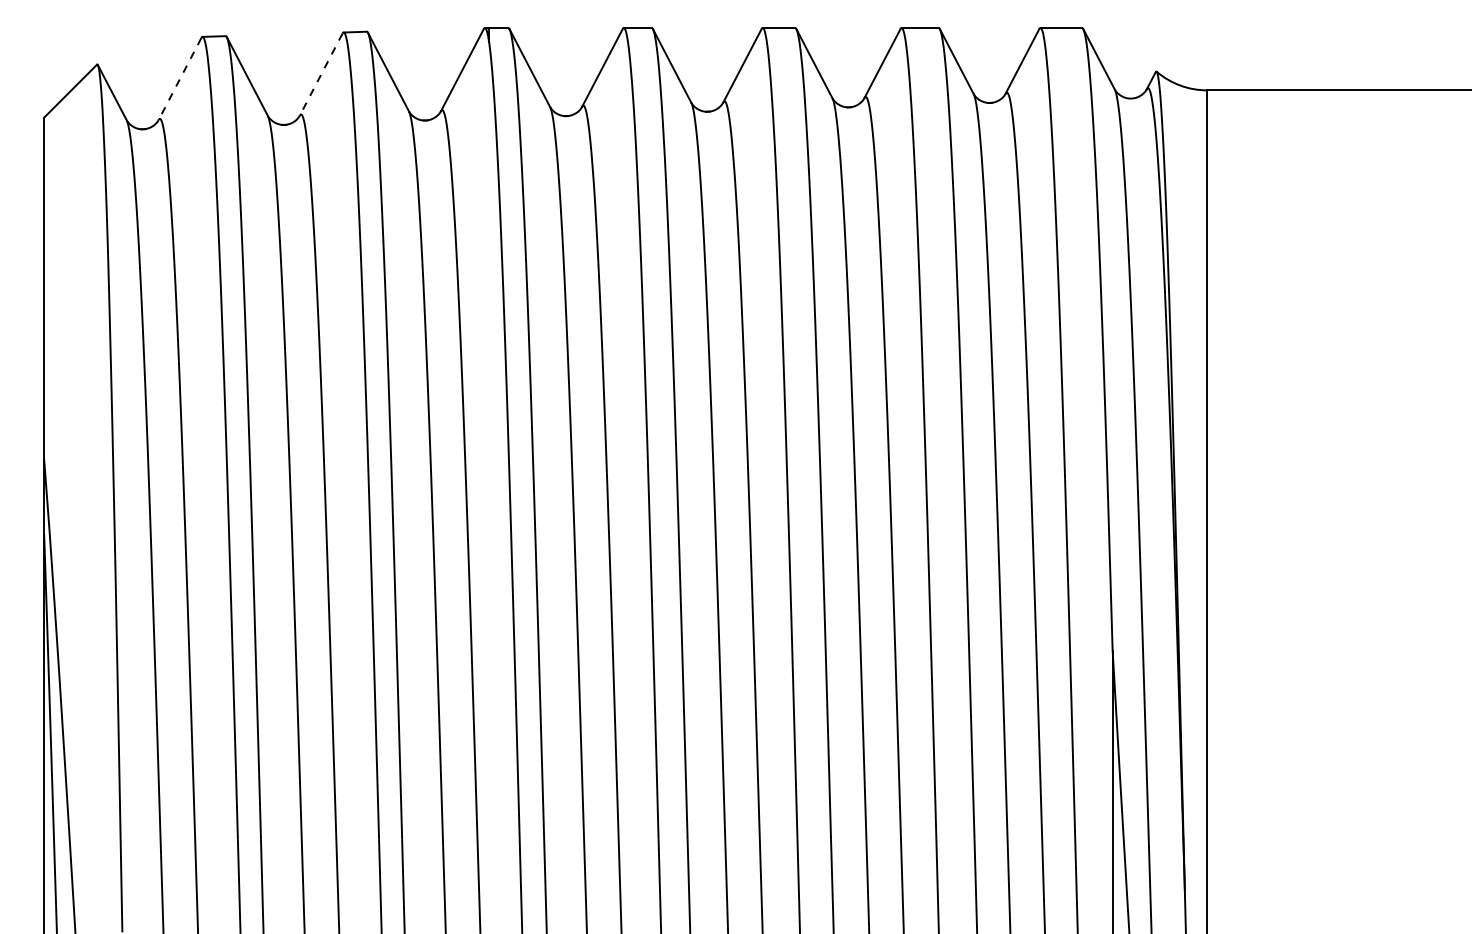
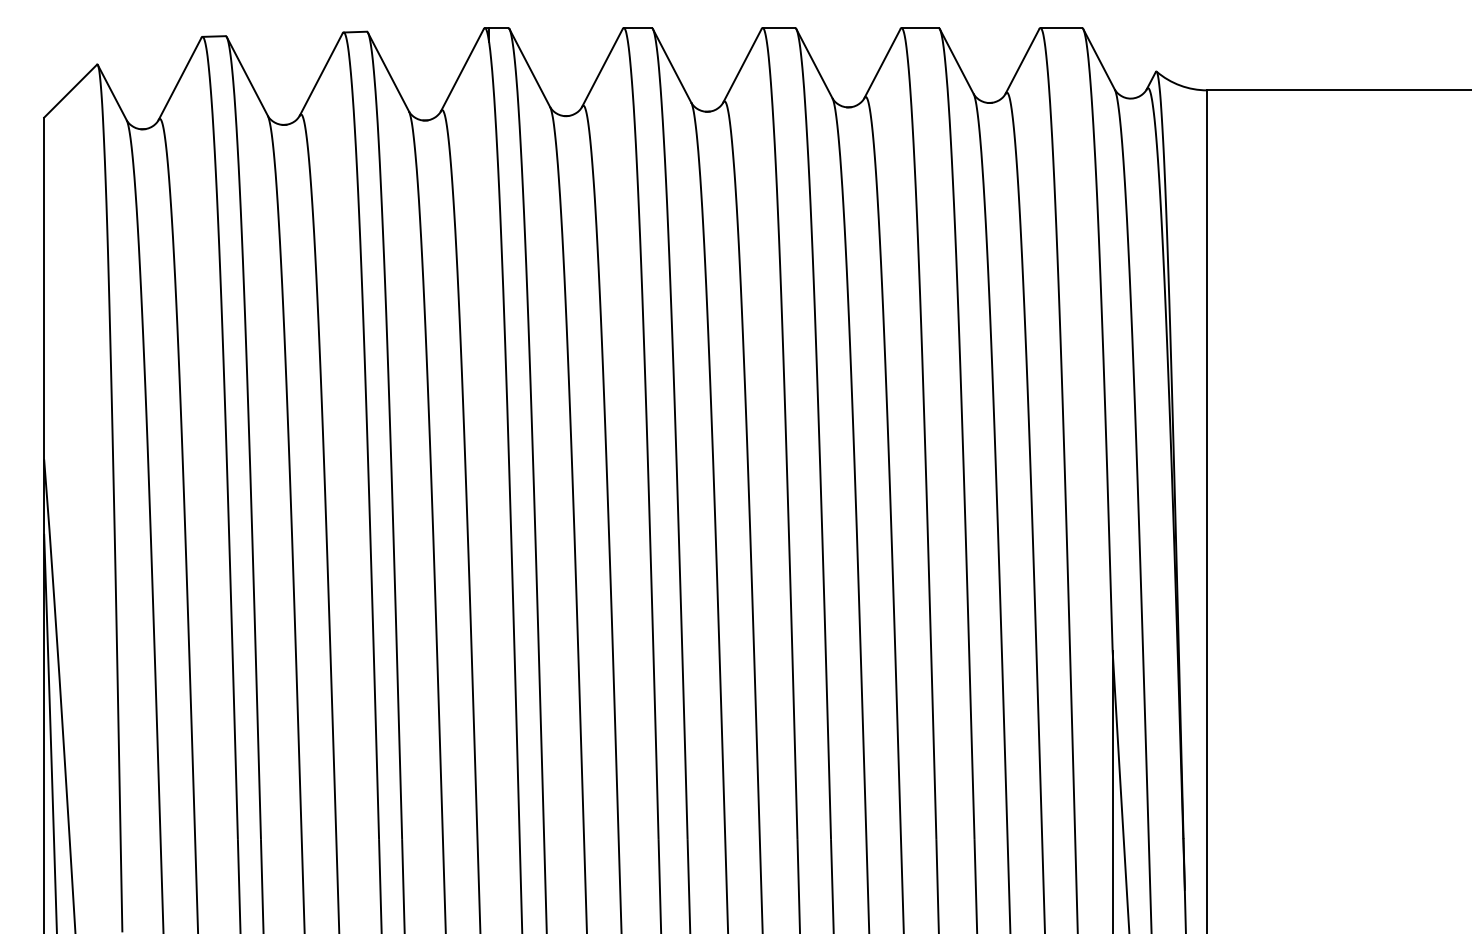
line at (320, 75): dashed -> solid
line at (179, 79): dashed -> solid
